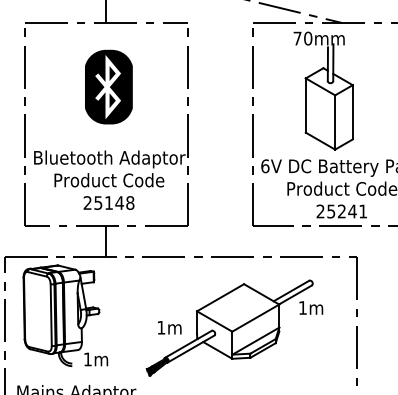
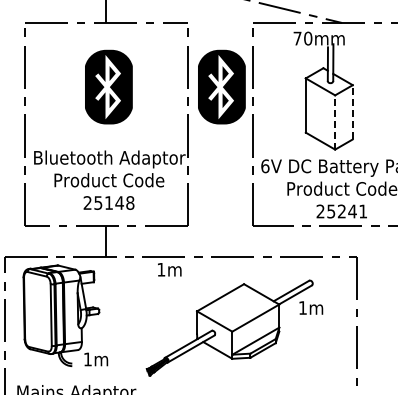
part at (221, 86): none -> present
line at (352, 111): solid -> dashed
line at (335, 122): solid -> dashed
text at (169, 327) position: (169, 327) -> (169, 269)
